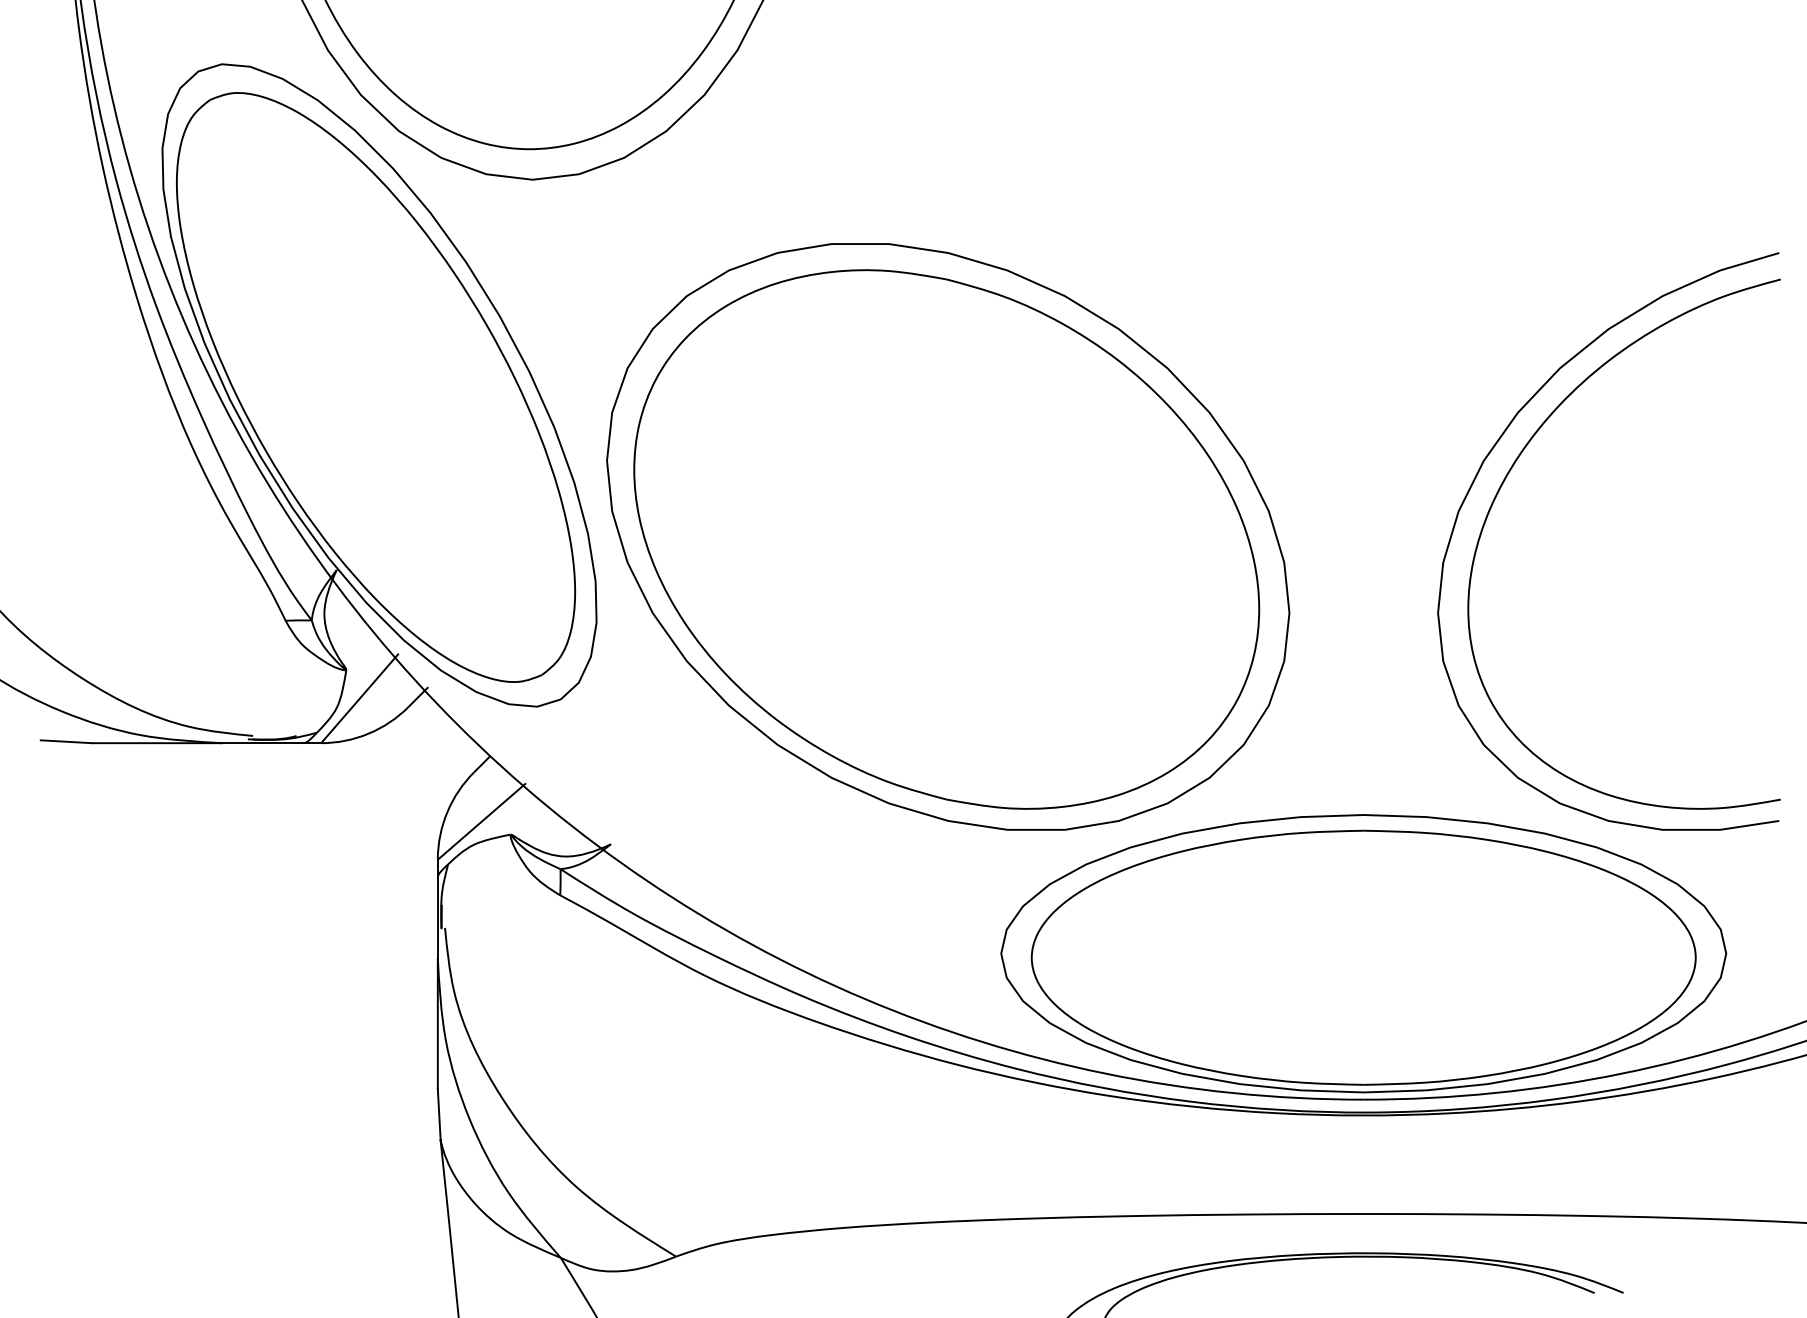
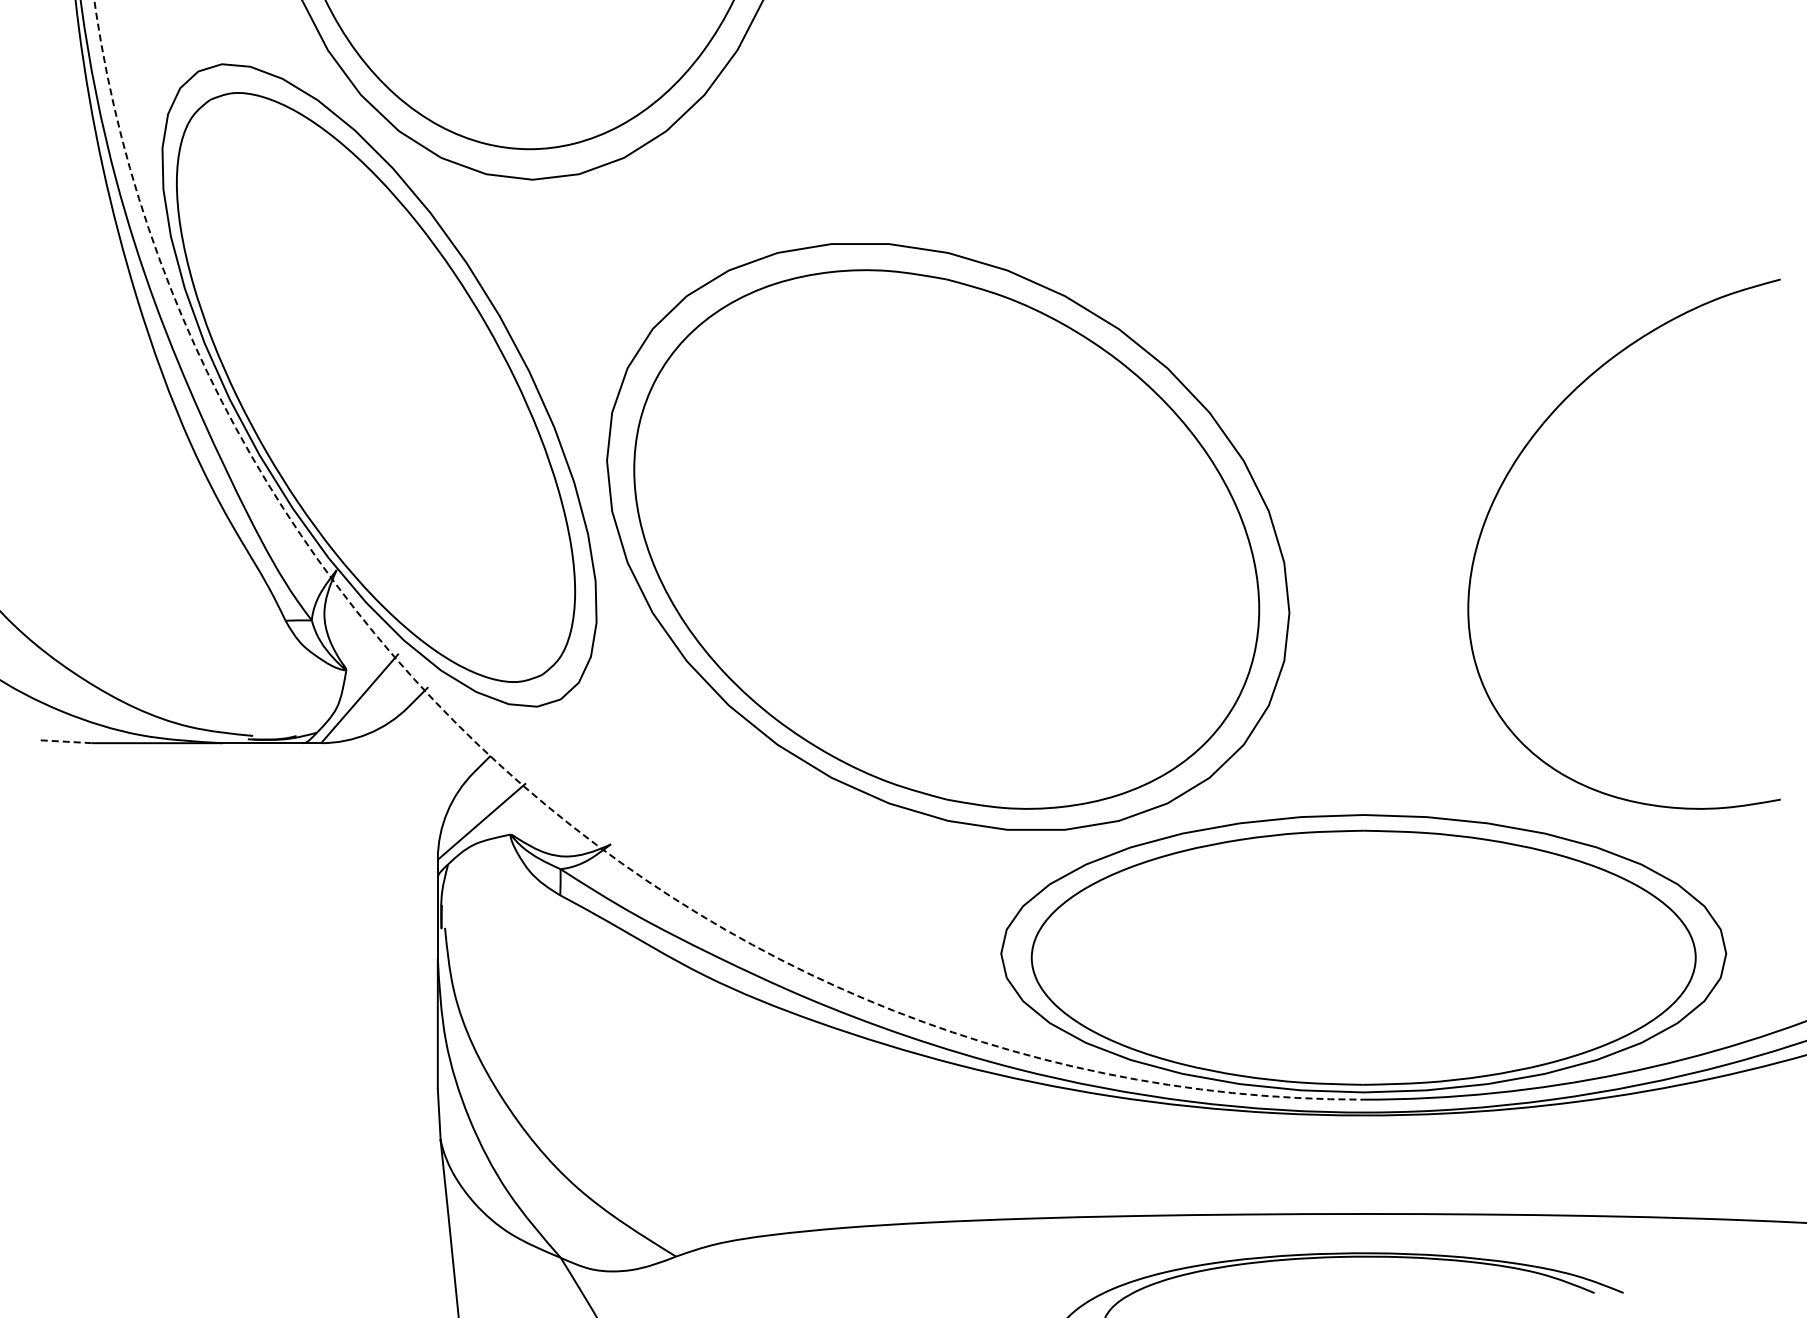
curve at (1474, 482): present -> none
line at (66, 741): solid -> dashed
arc at (524, 786): solid -> dashed
